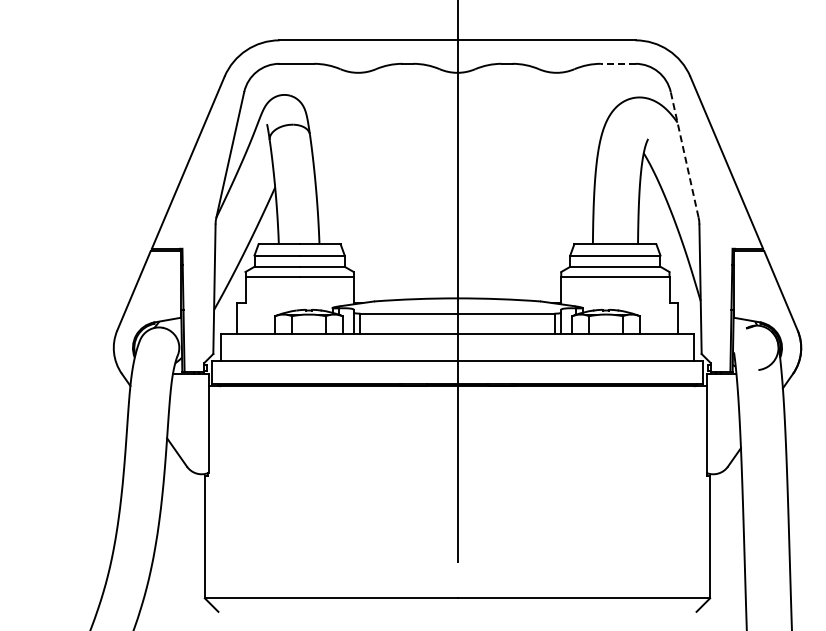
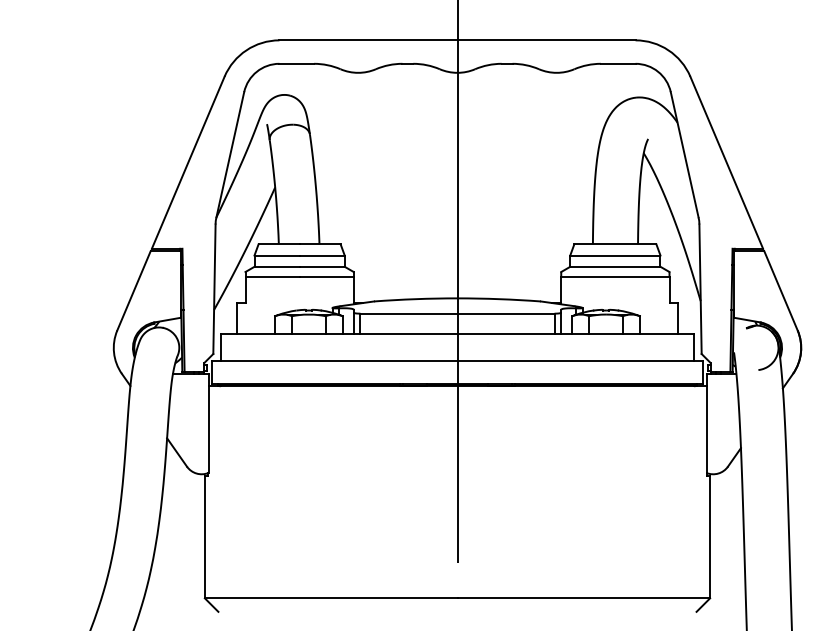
line at (617, 63): dashed -> solid
line at (684, 154): dashed -> solid
